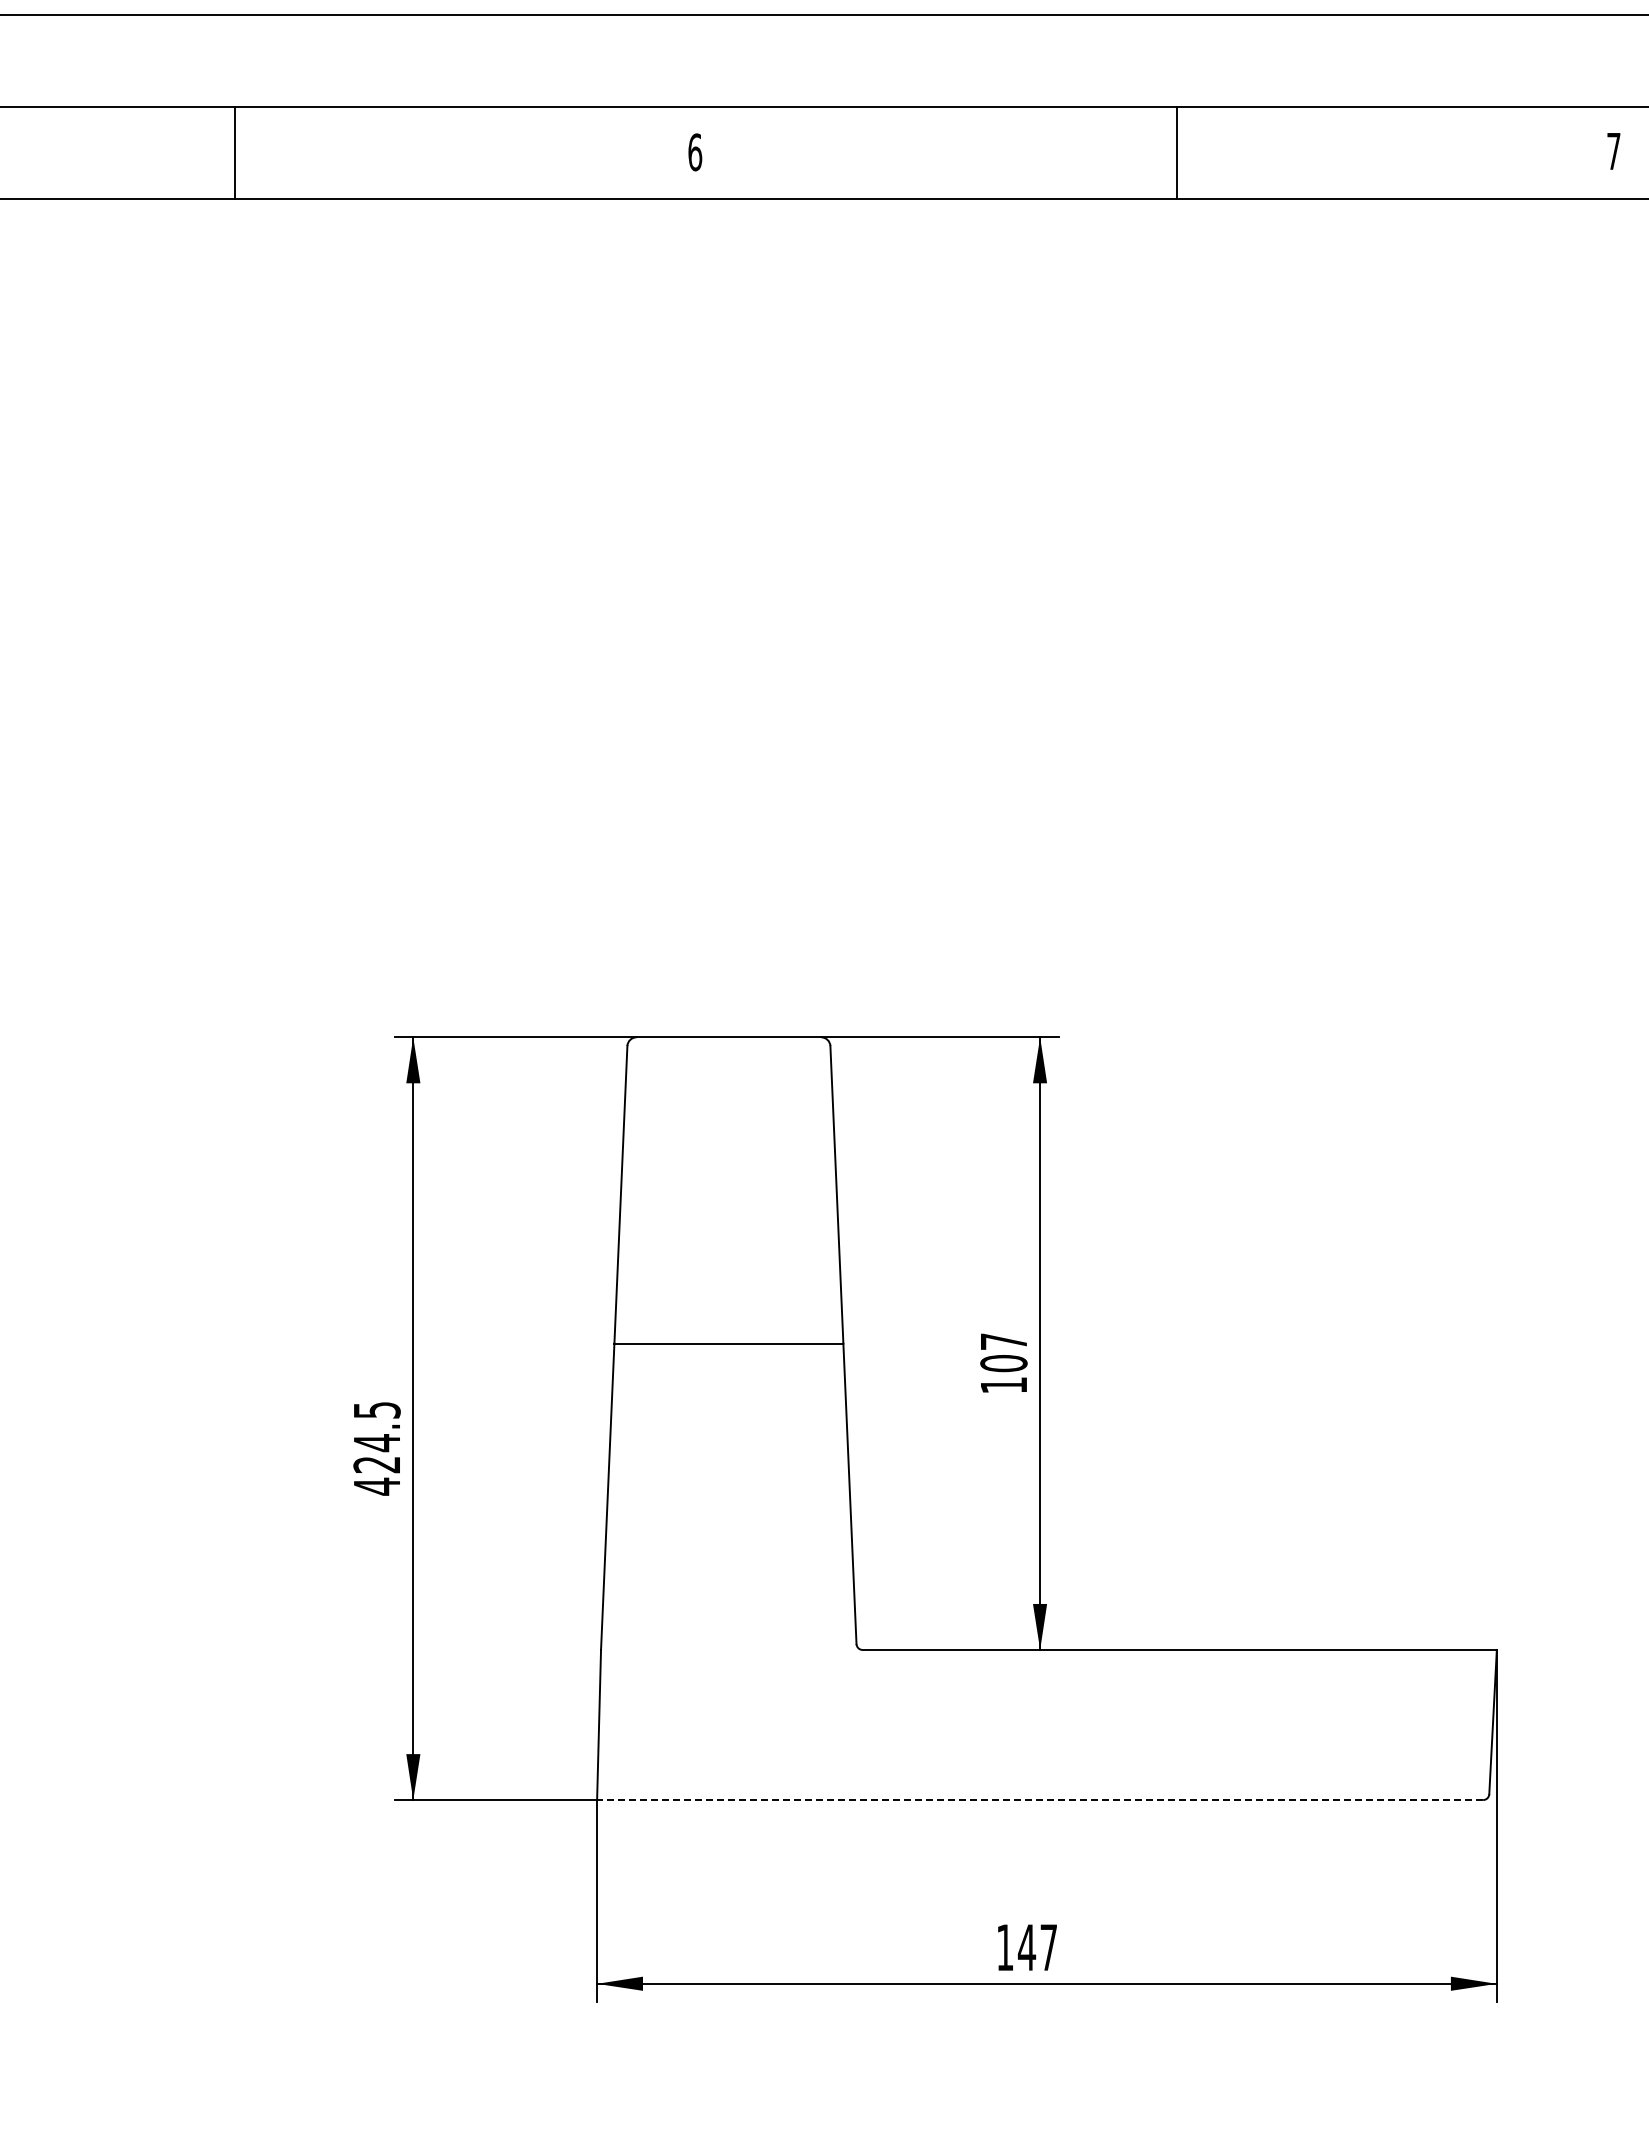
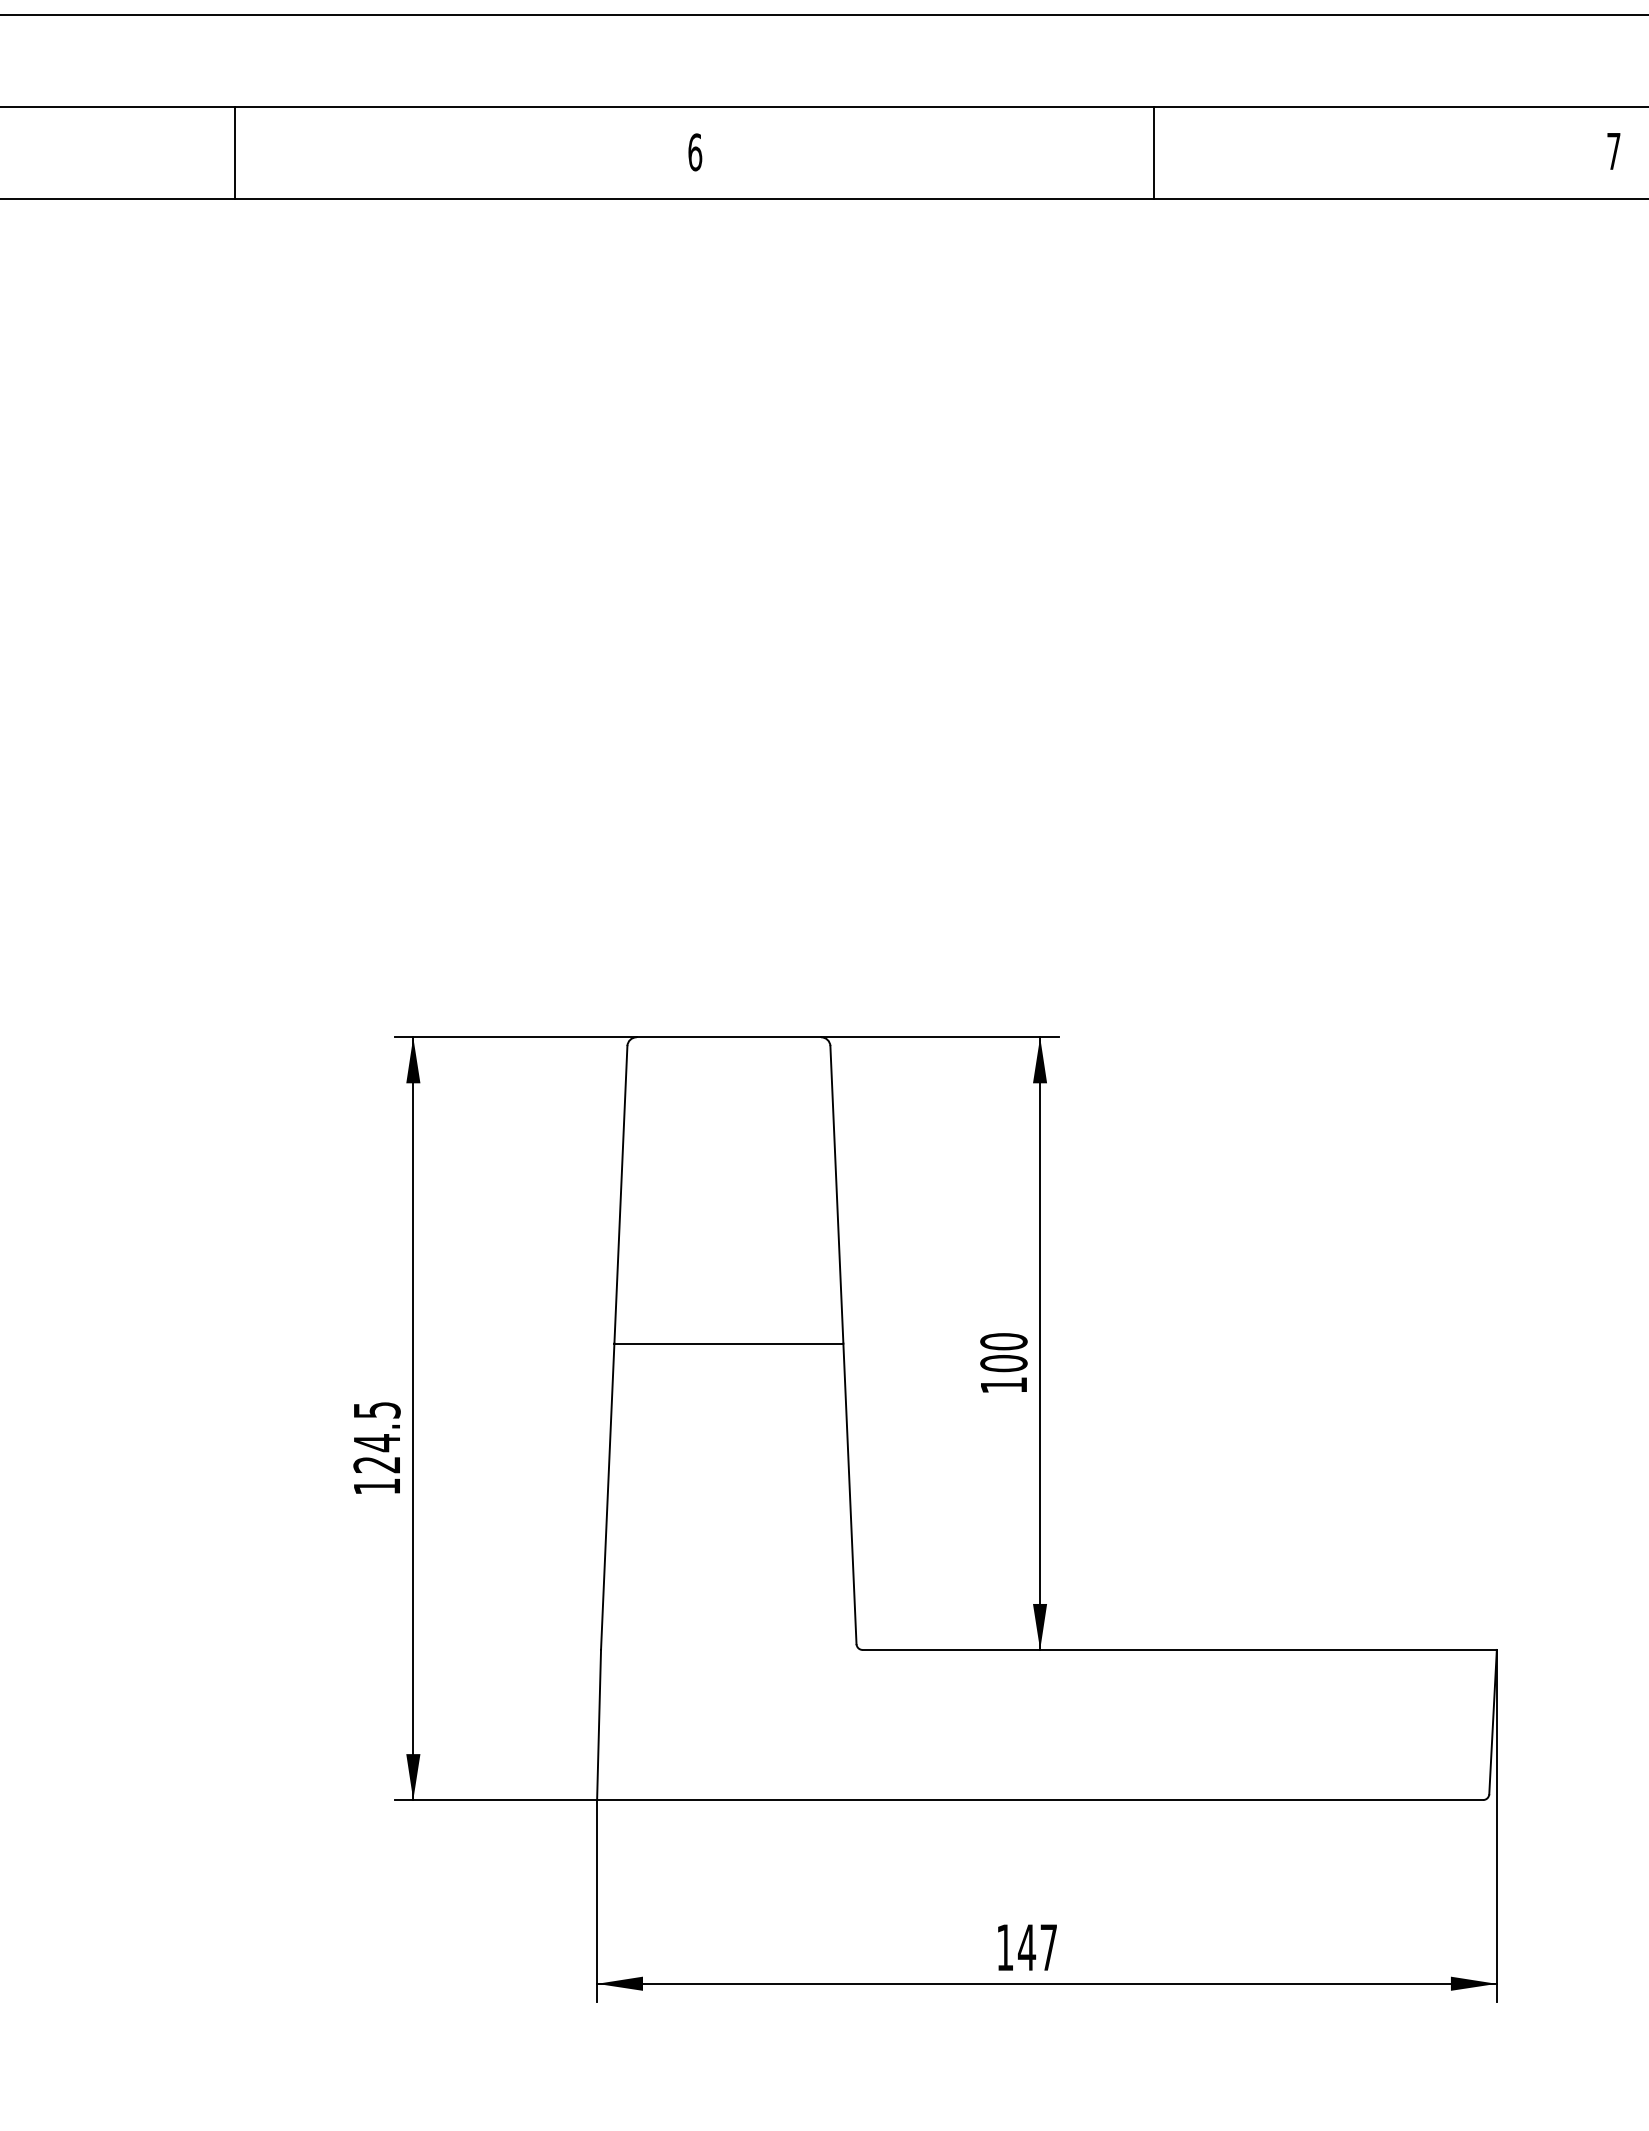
line at (1177, 153) position: (1177, 153) -> (1154, 153)
text at (1003, 1341): 107 -> 100
text at (376, 1486): 424.5 -> 124.5
line at (1039, 1800): dashed -> solid
